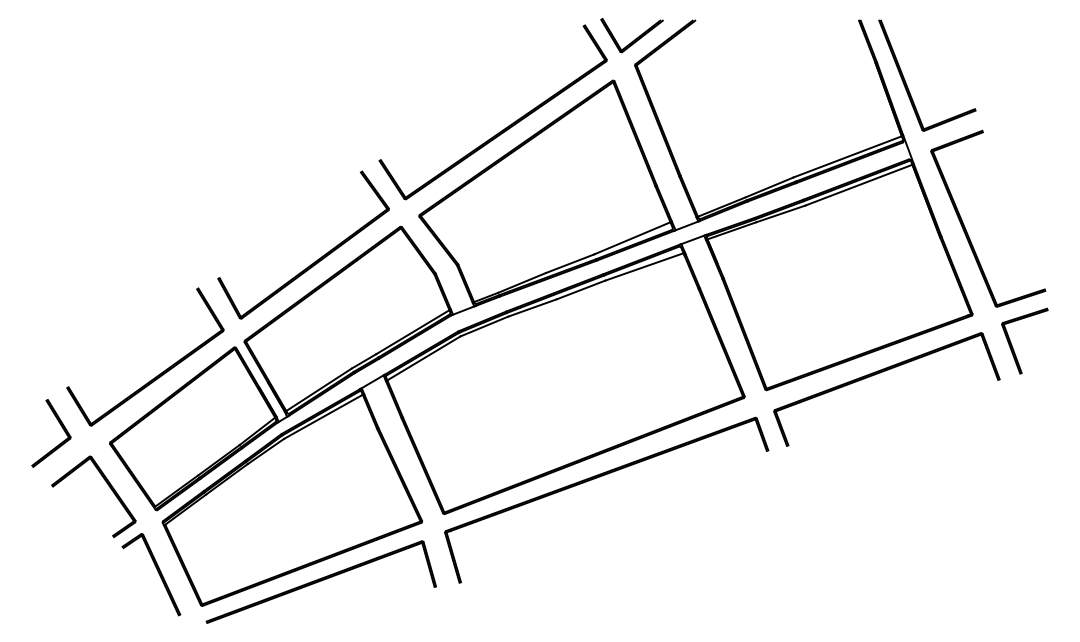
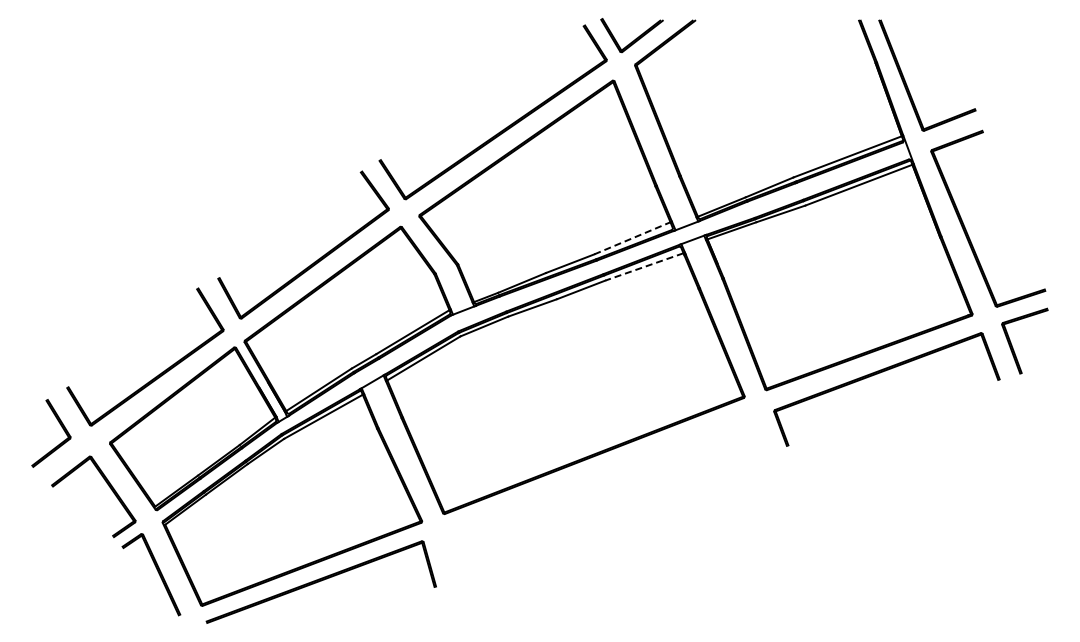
line at (632, 238): solid -> dashed
line at (643, 267): solid -> dashed
part at (600, 477): present -> none
